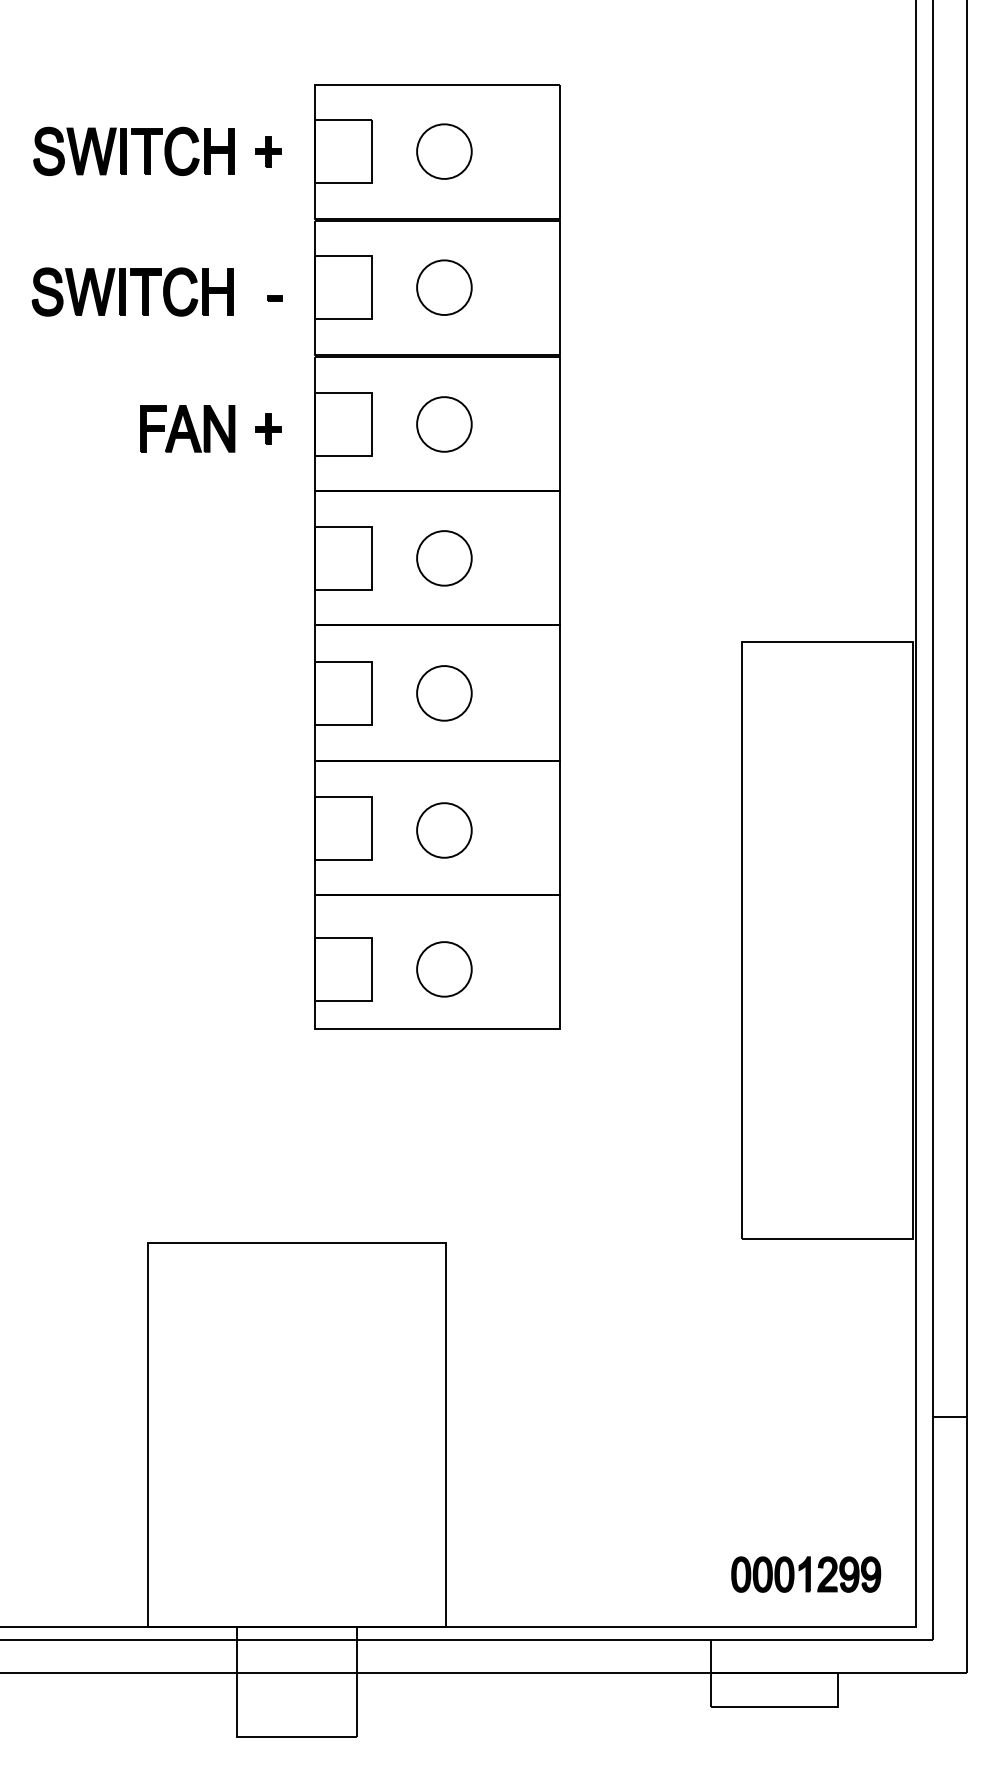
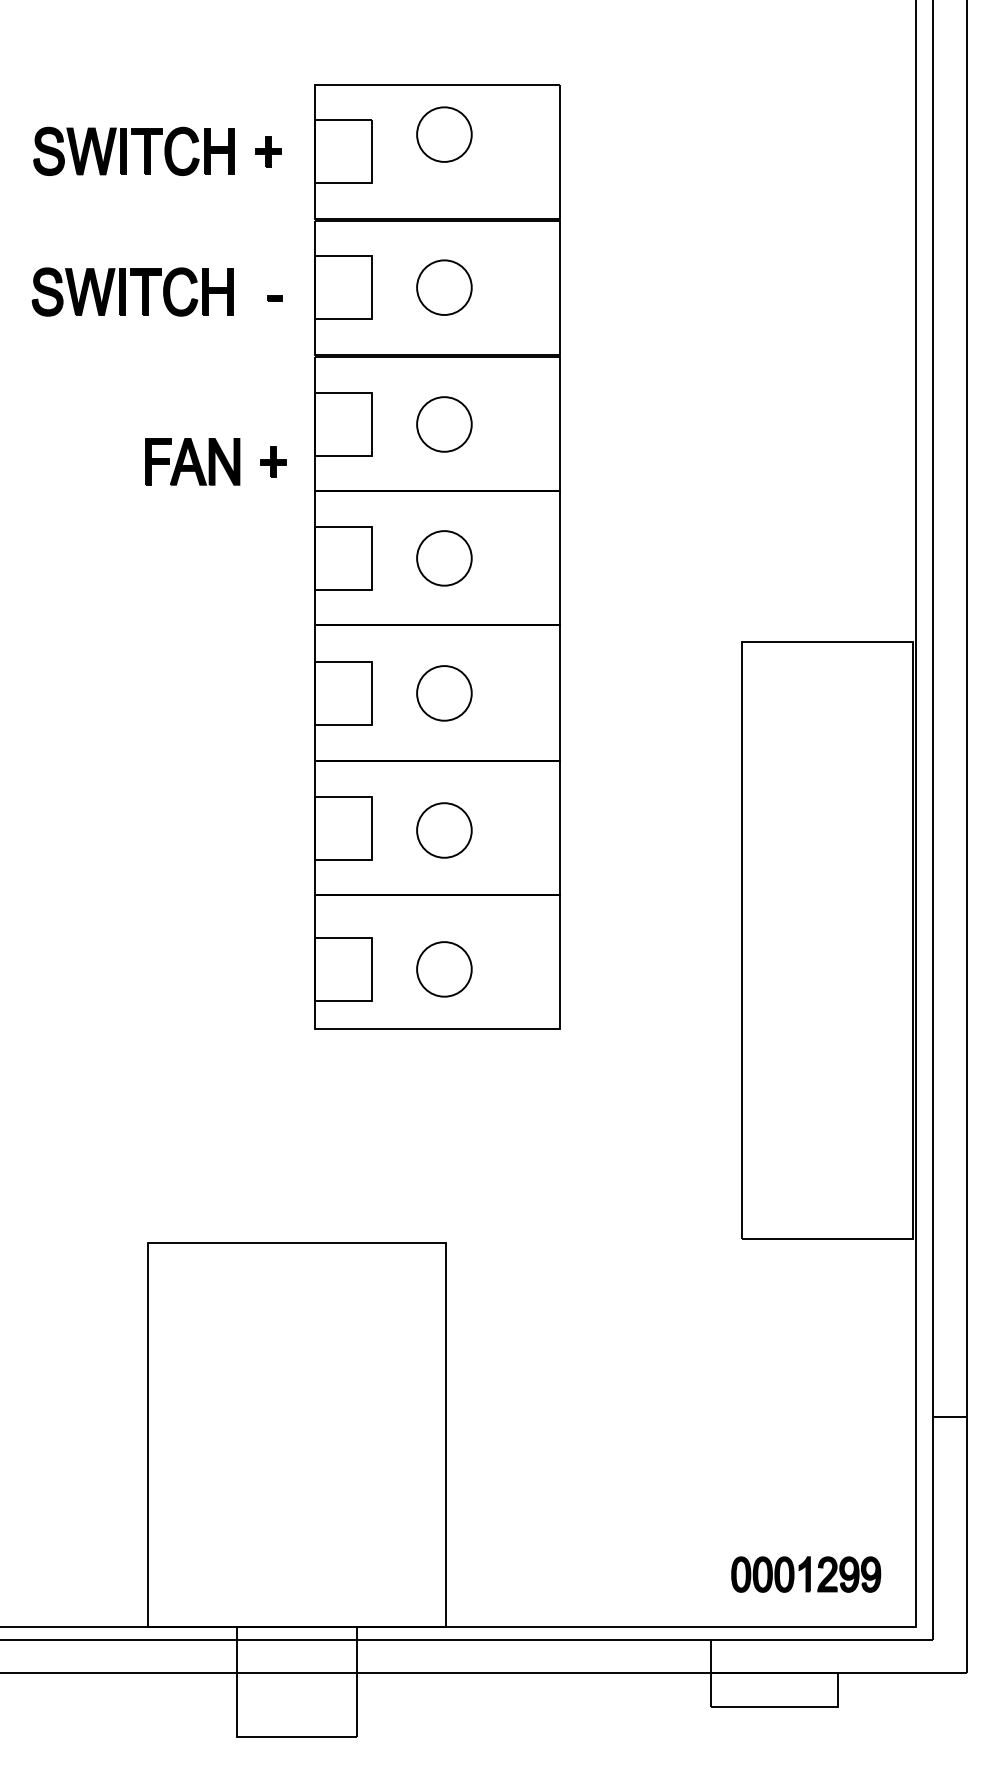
part at (444, 151) position: (444, 151) -> (444, 134)
part at (210, 428) position: (210, 428) -> (215, 461)
